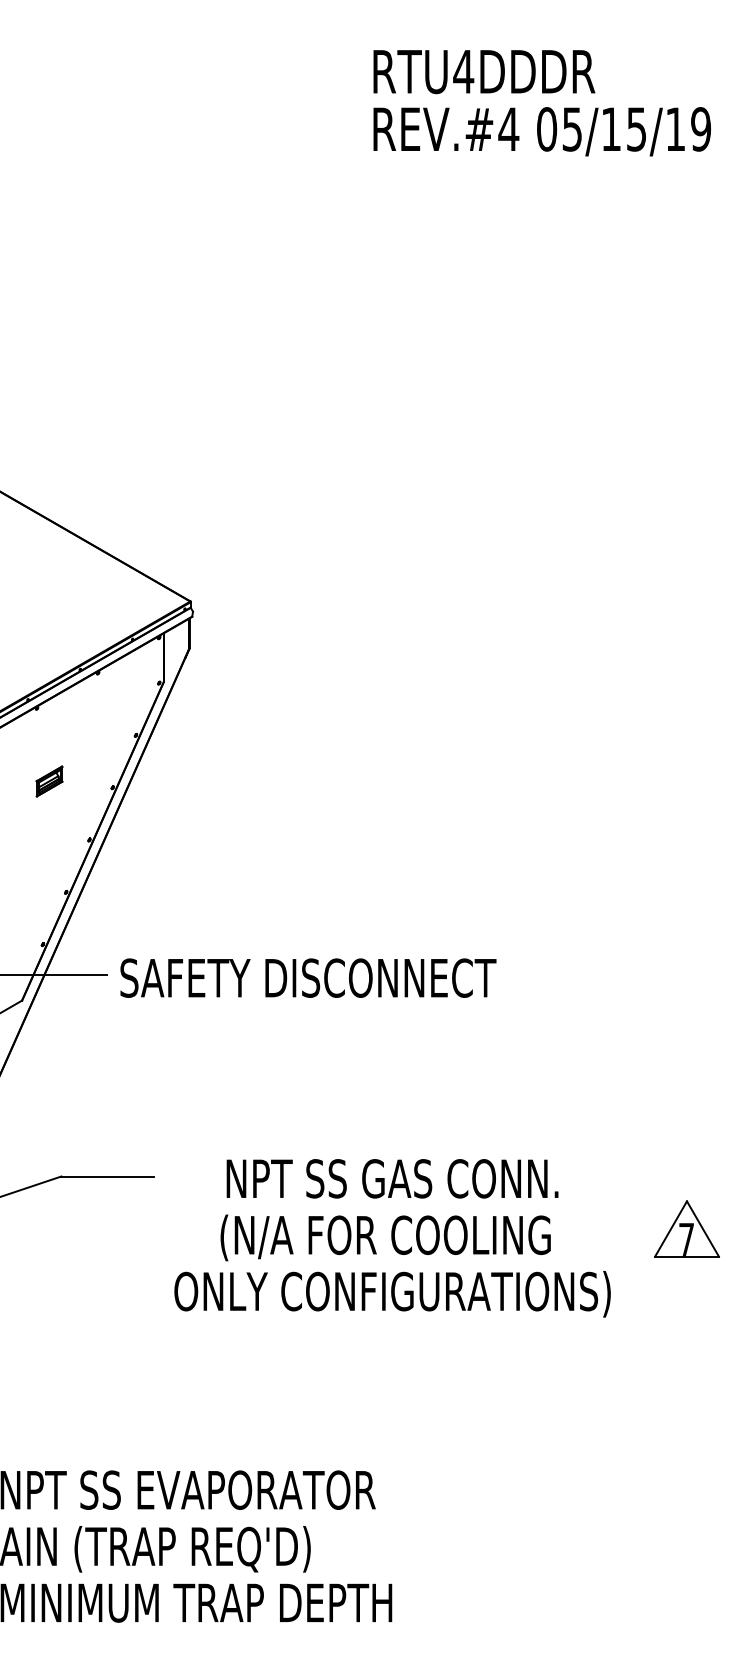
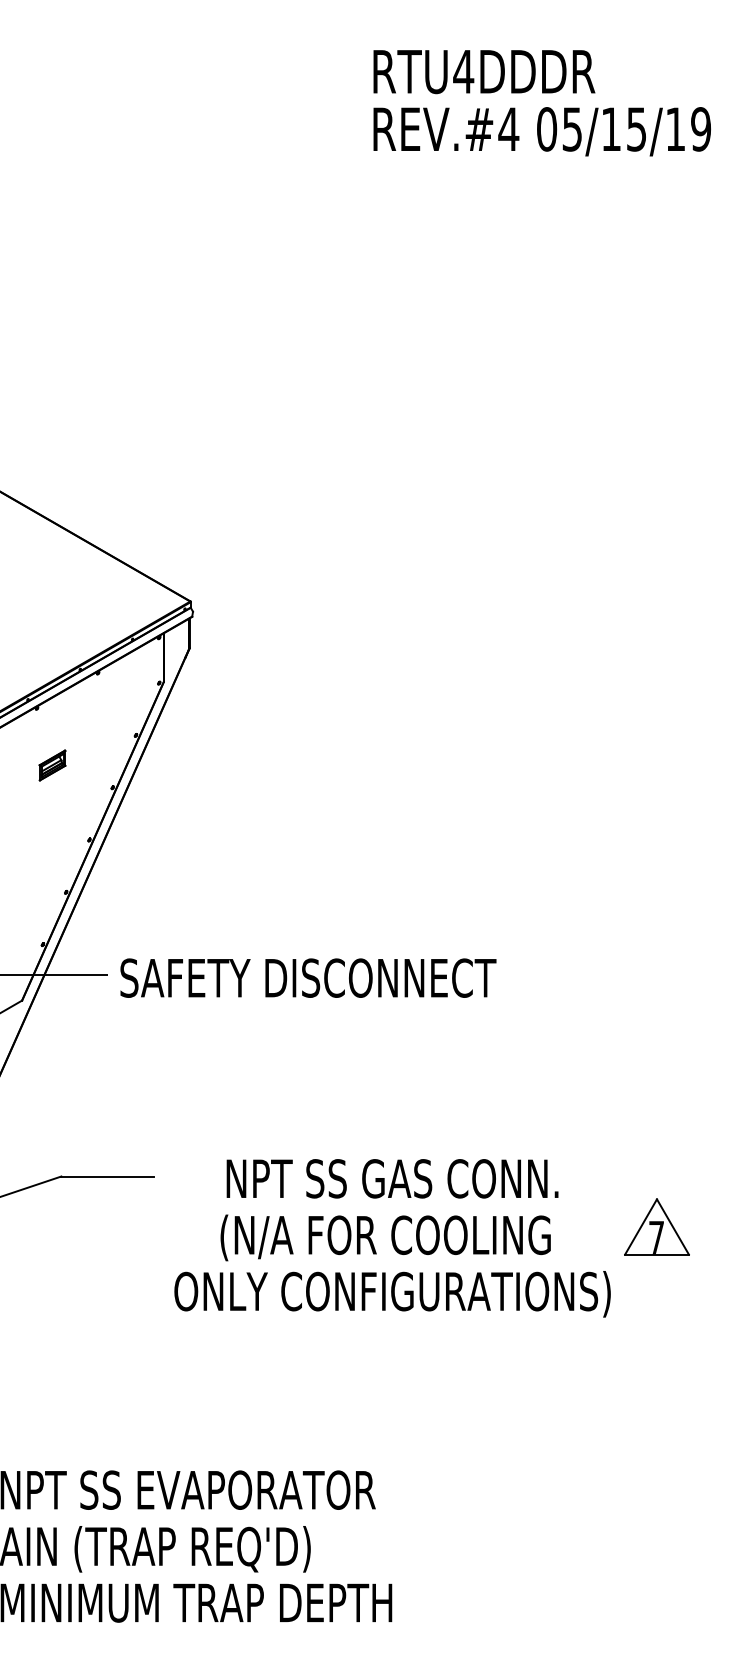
part at (49, 781) position: (49, 781) -> (52, 765)
part at (686, 1228) position: (686, 1228) -> (656, 1226)
